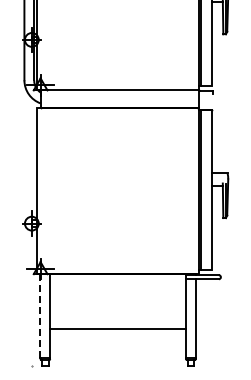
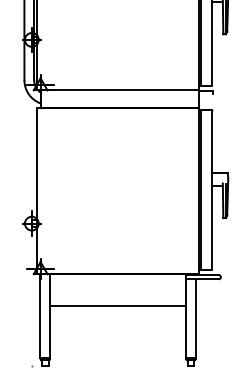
line at (40, 315): dashed -> solid
line at (118, 328) position: (118, 328) -> (118, 305)
